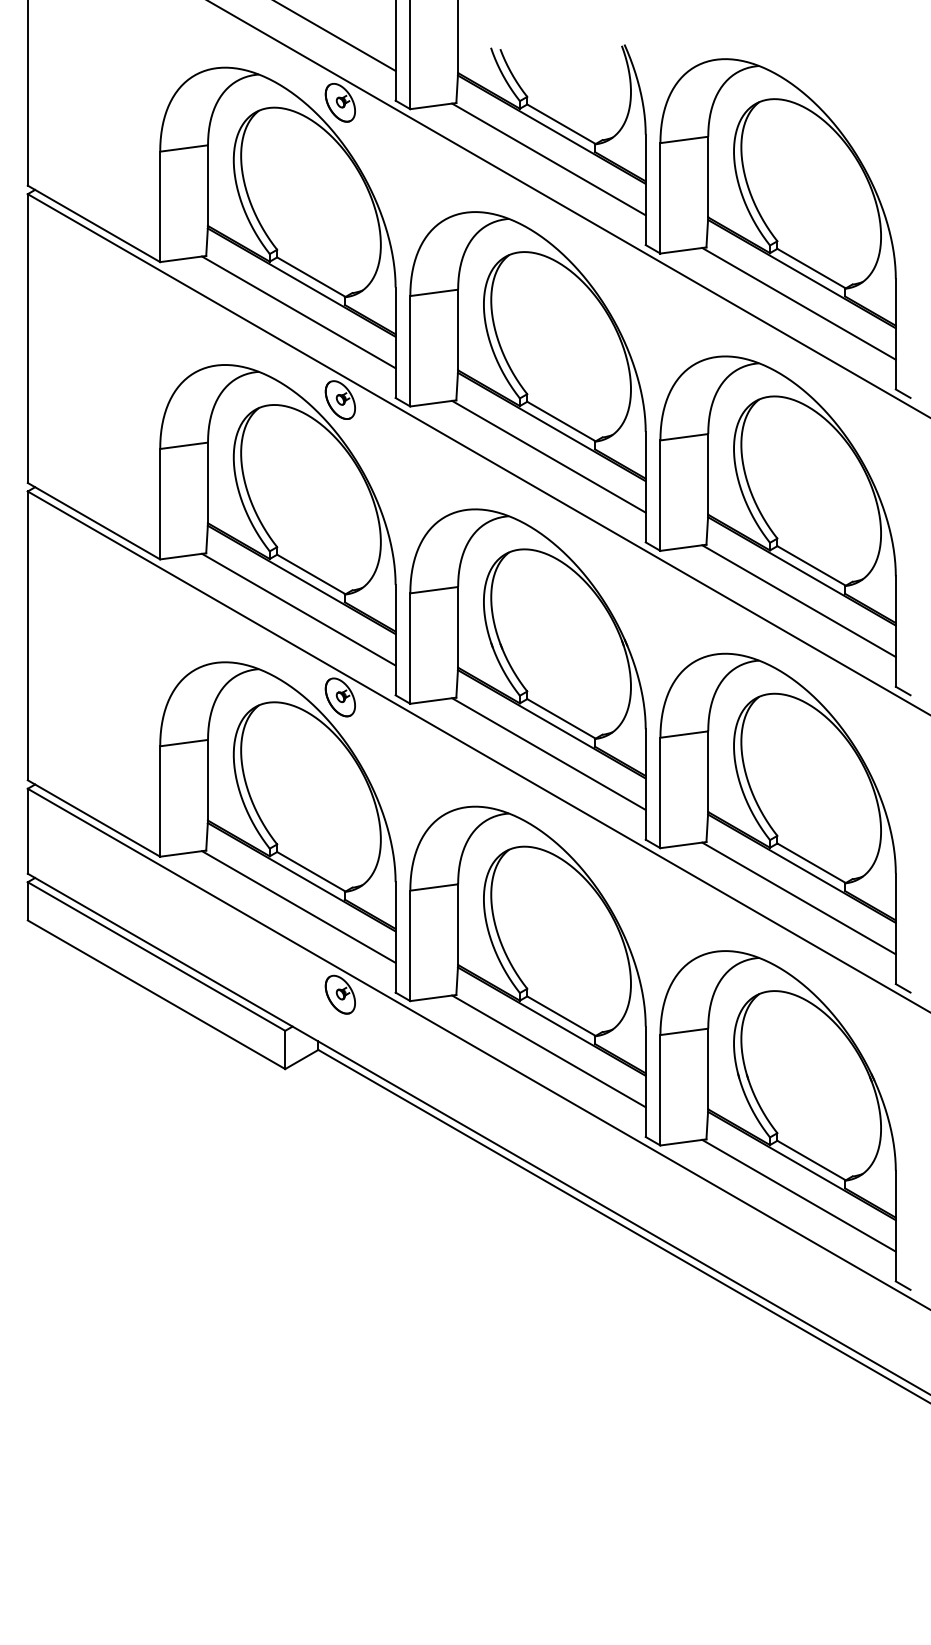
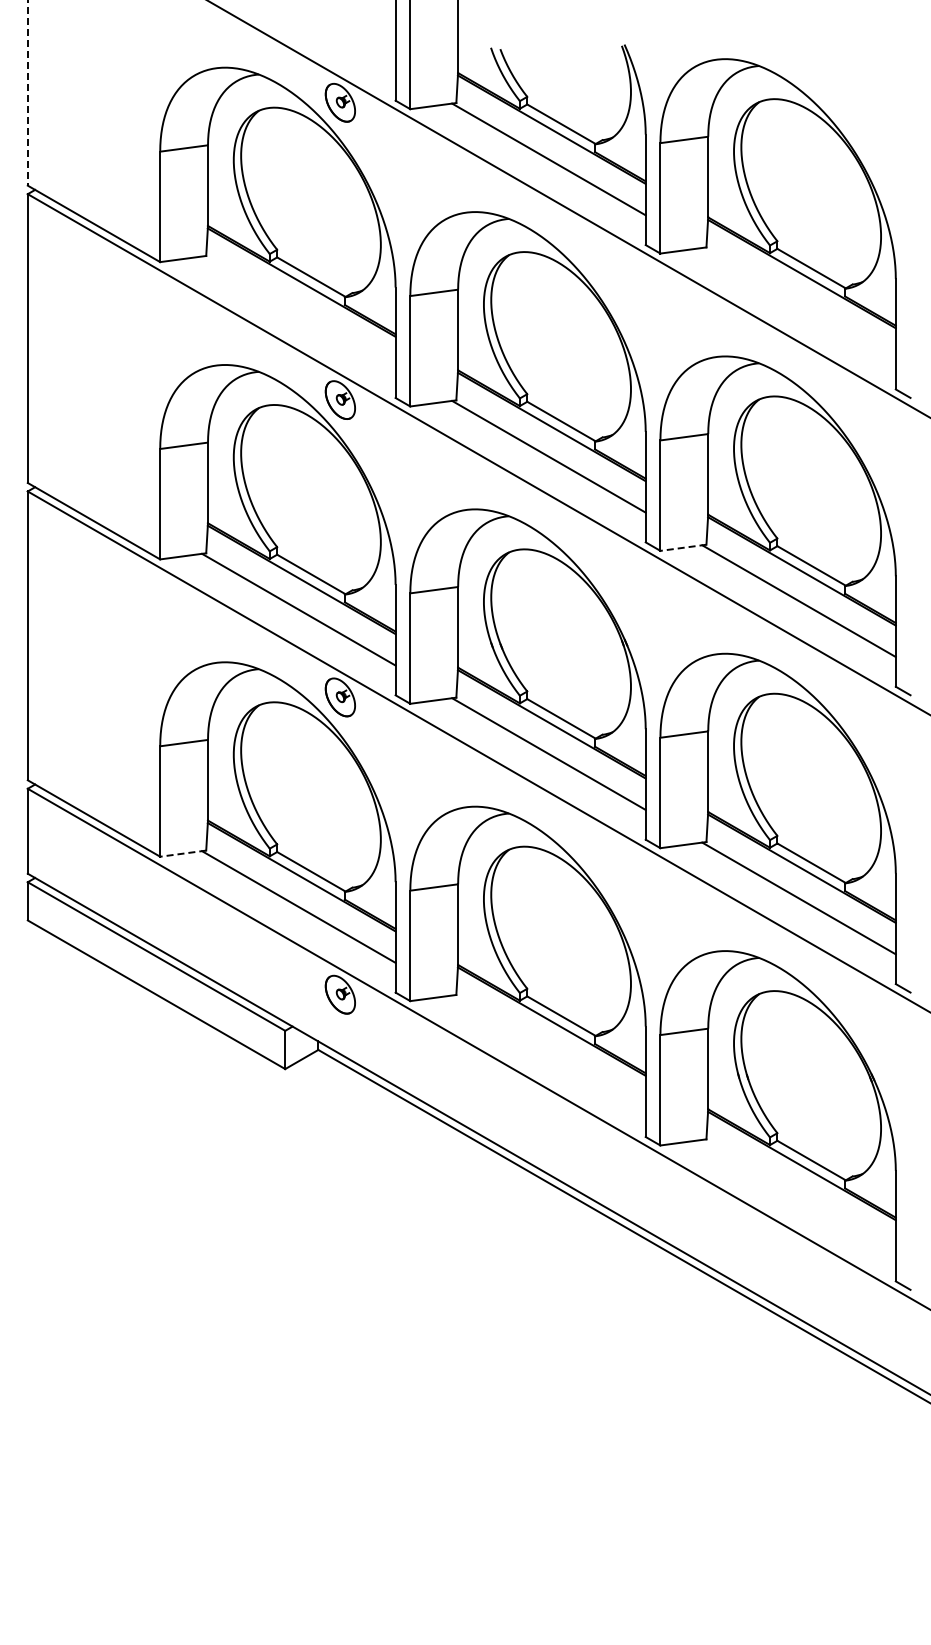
line at (335, 36): present -> none
line at (27, 93): solid -> dashed
line at (798, 303): present -> none
line at (298, 312): present -> none
line at (682, 547): solid -> dashed
line at (182, 853): solid -> dashed
line at (548, 1051): present -> none
line at (798, 1195): present -> none
